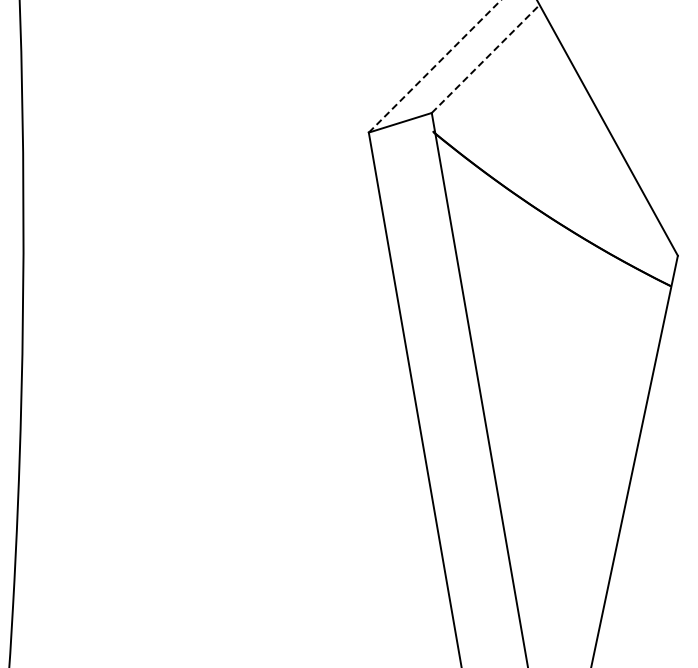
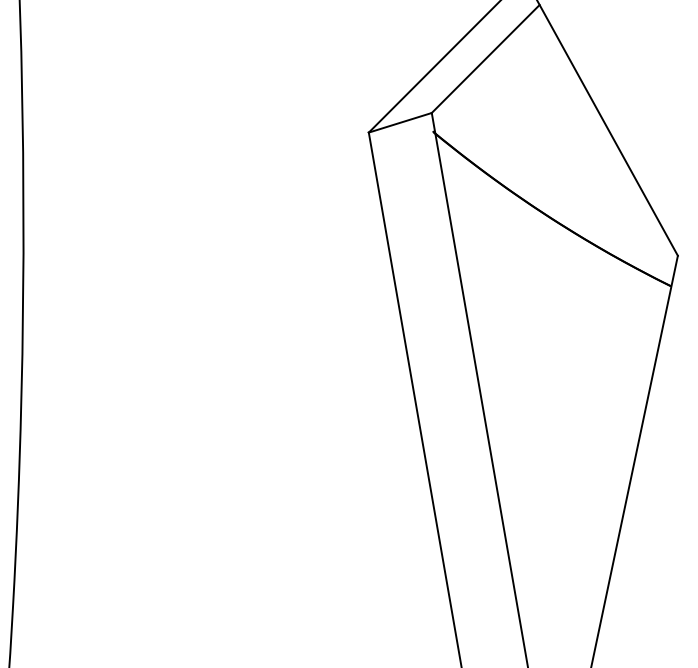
line at (486, 58): dashed -> solid
line at (435, 66): dashed -> solid
